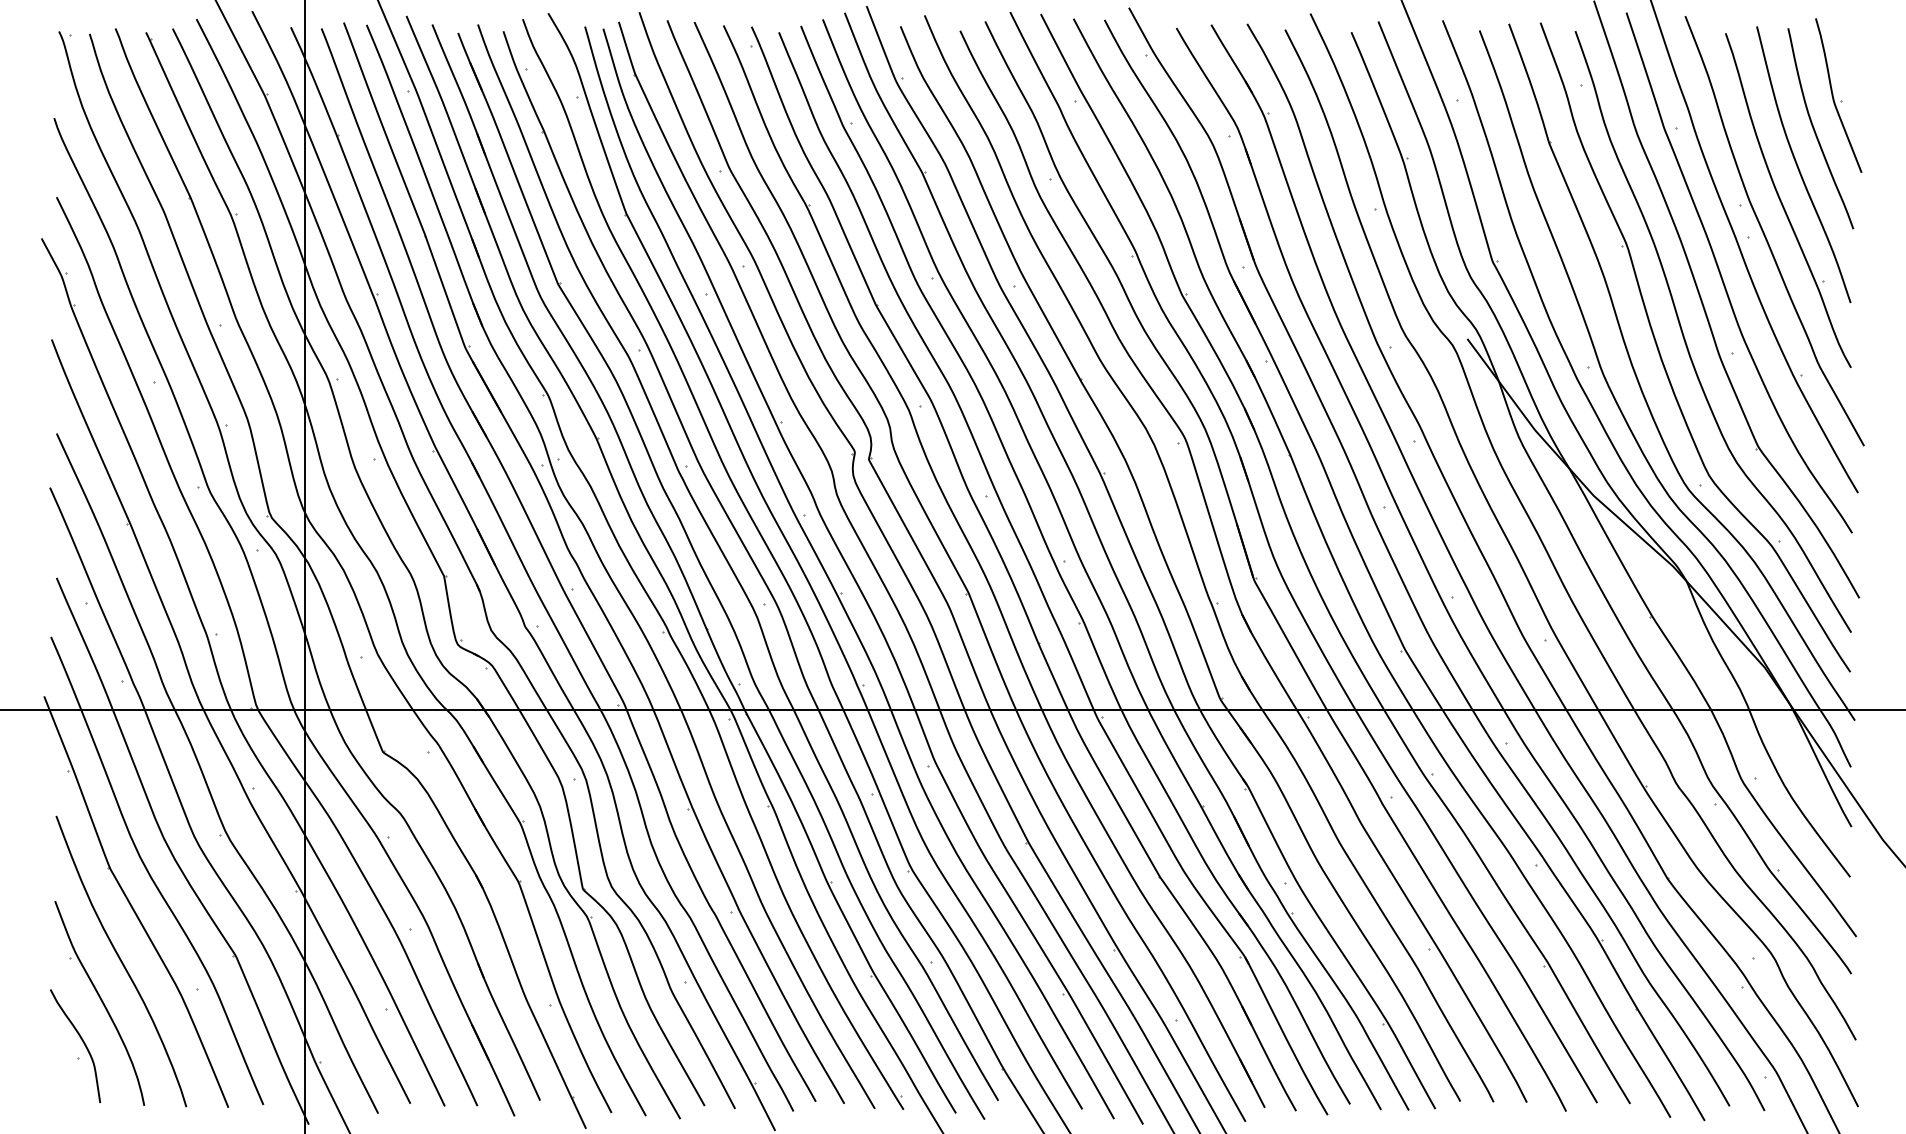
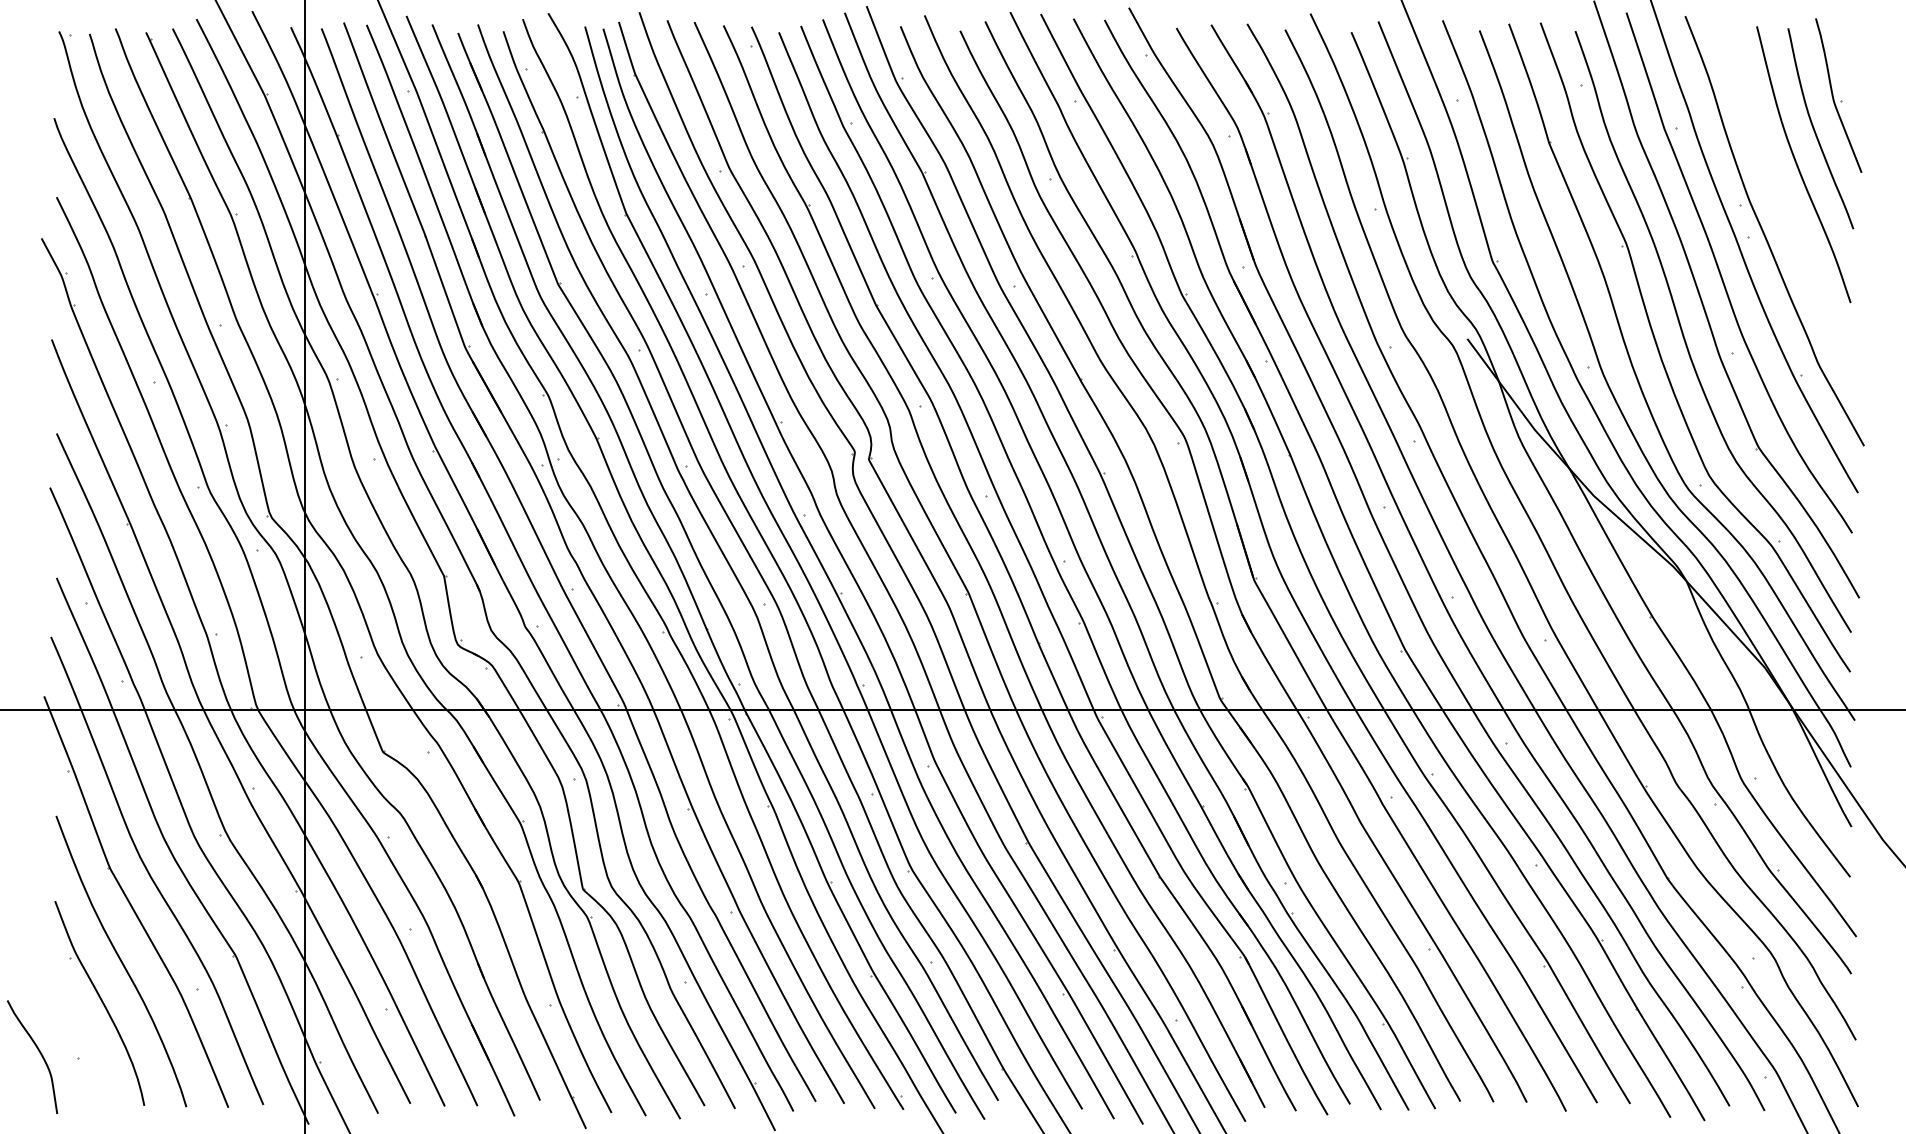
part at (1782, 202): present -> none
curve at (82, 1042) position: (82, 1042) -> (39, 1053)
